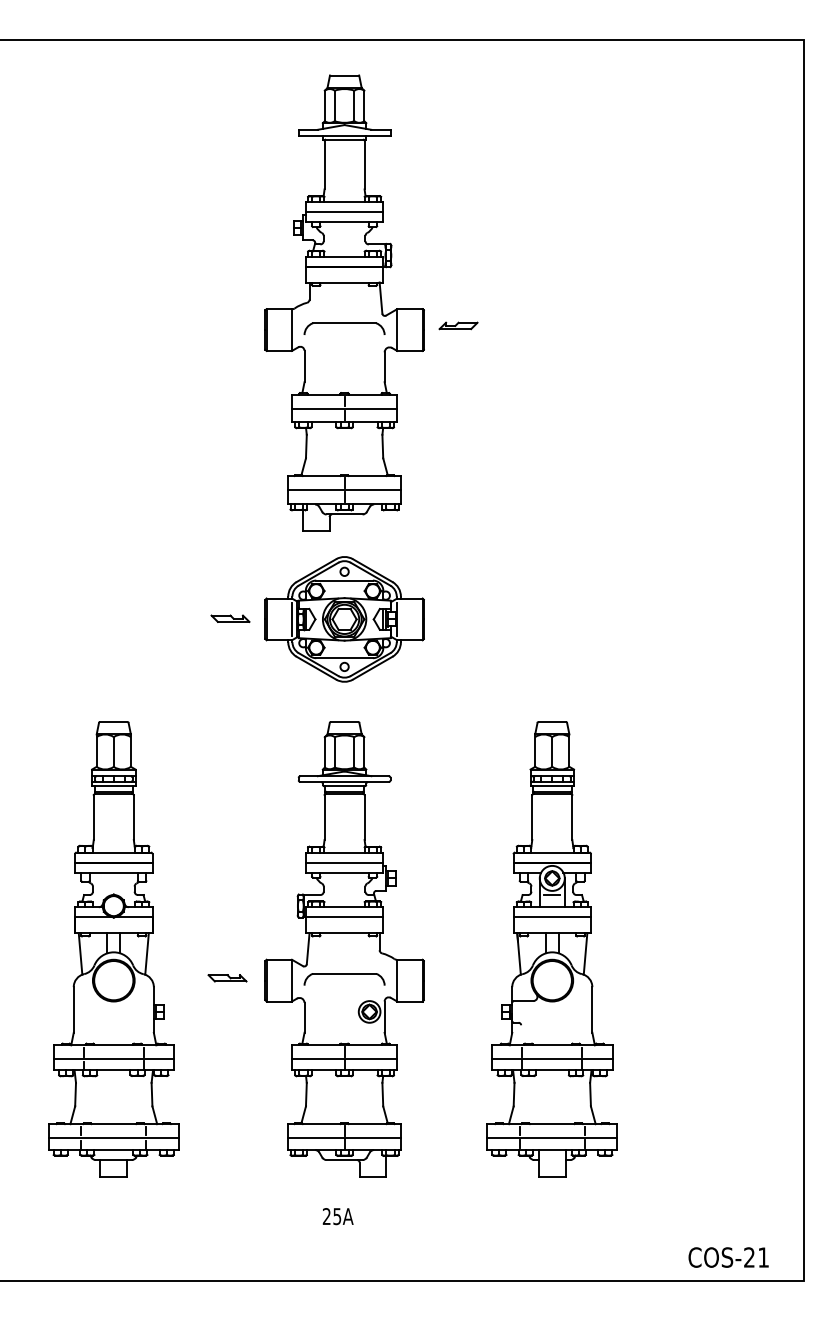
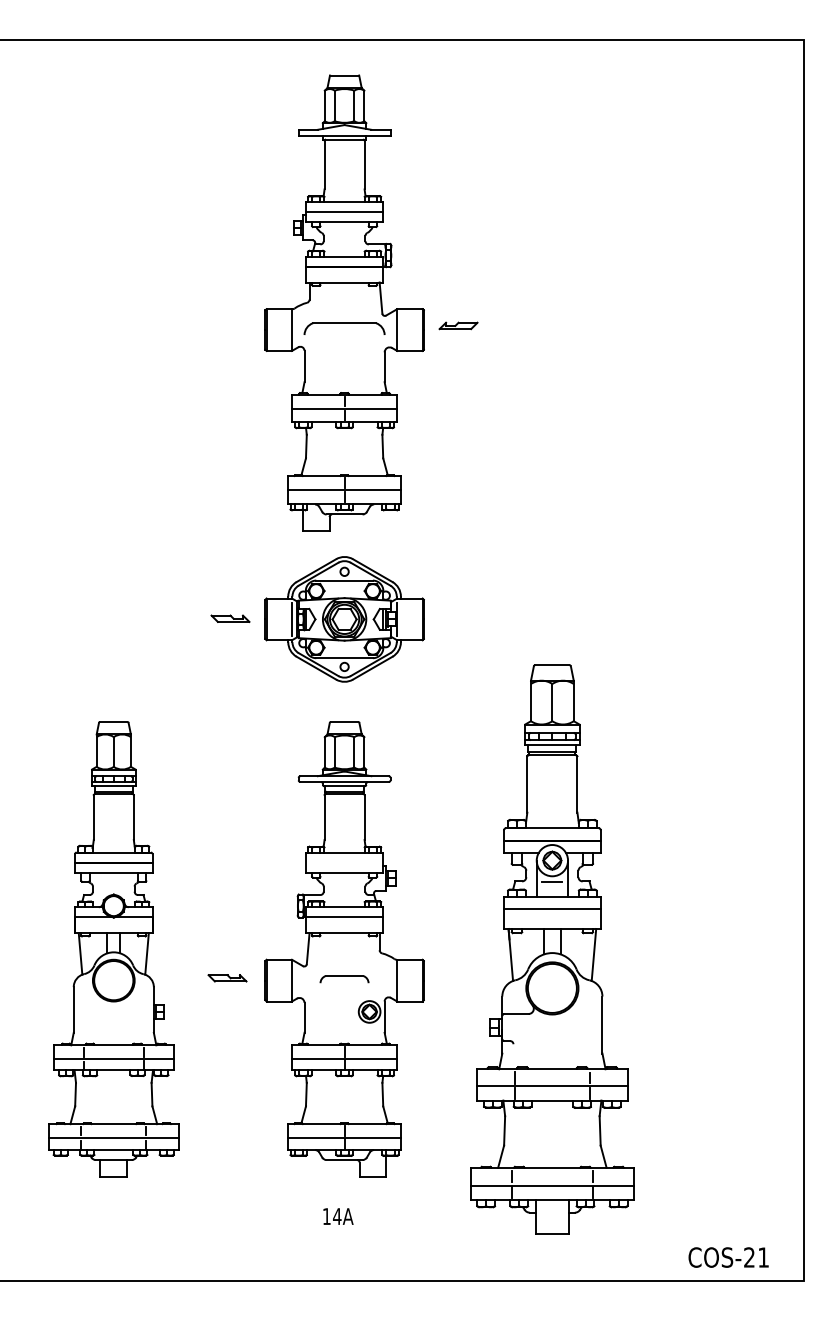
line at (344, 862): present -> none
part at (551, 949) size: 132x457 px -> 165x571 px
part at (344, 979) size: 83x13 px -> 51x9 px
text at (331, 1216): 25A -> 14A
